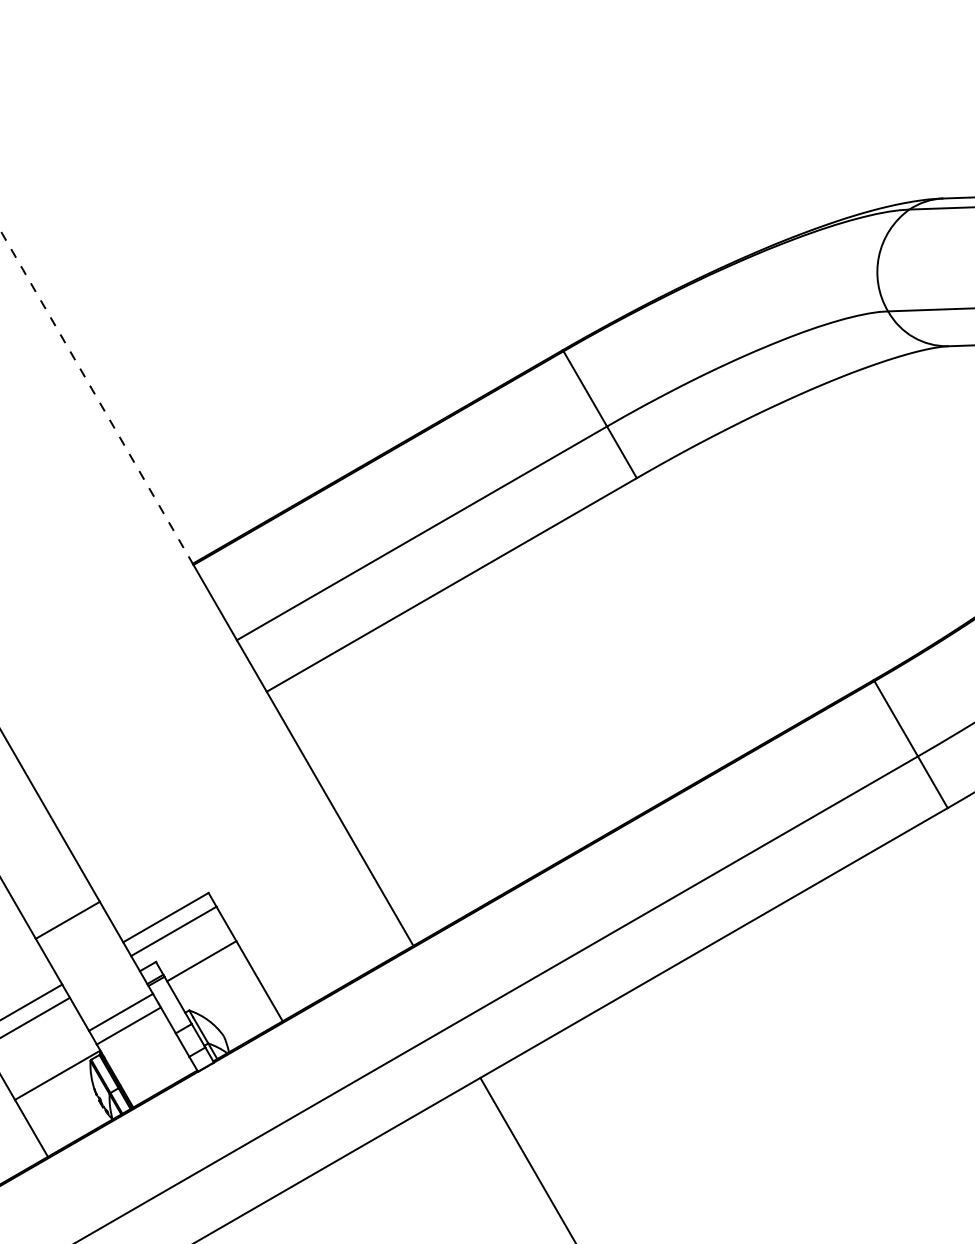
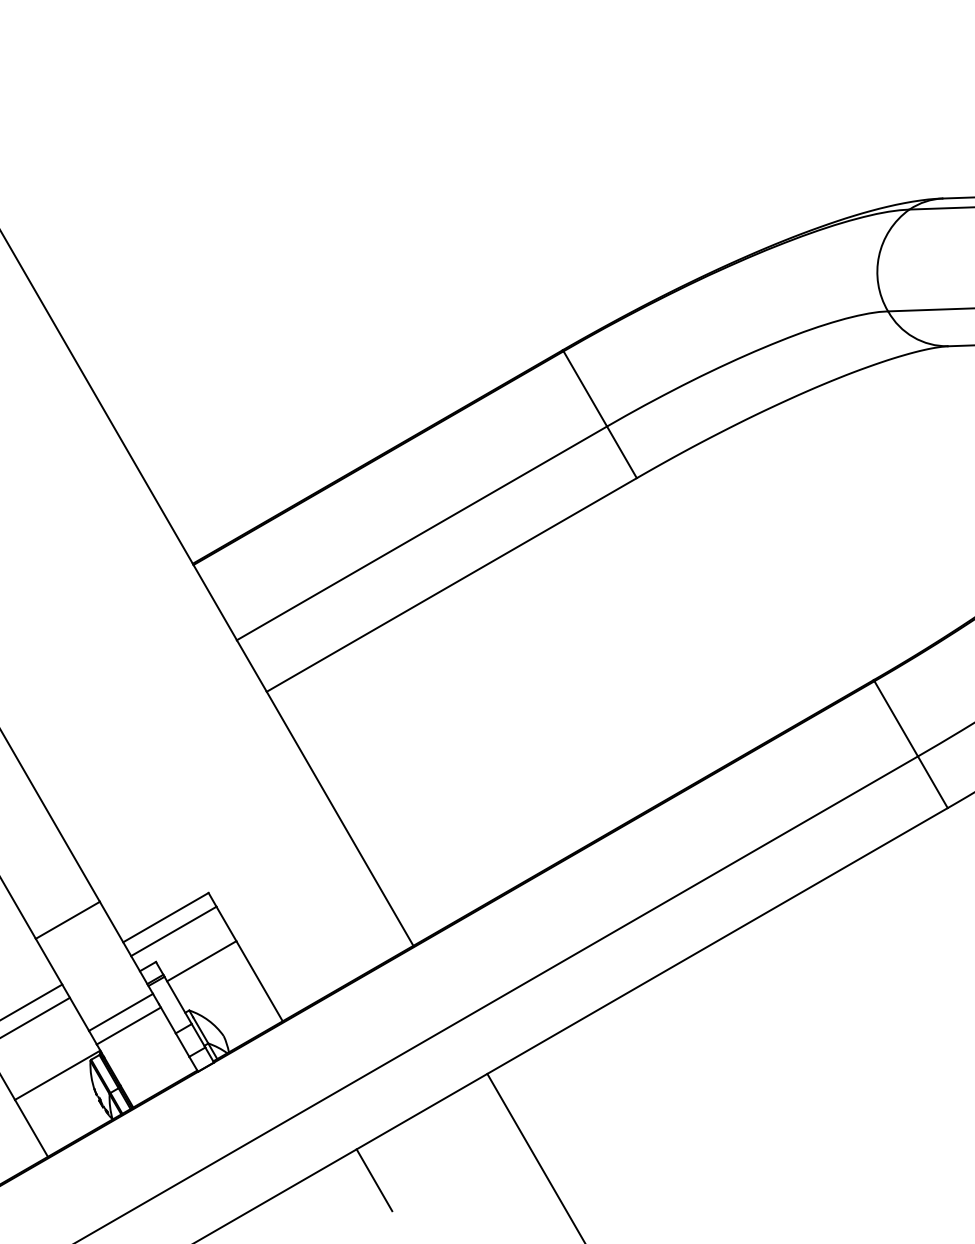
line at (96, 397): dashed -> solid
line at (527, 1158) position: (527, 1158) -> (535, 1156)
line at (374, 1180): none -> present
